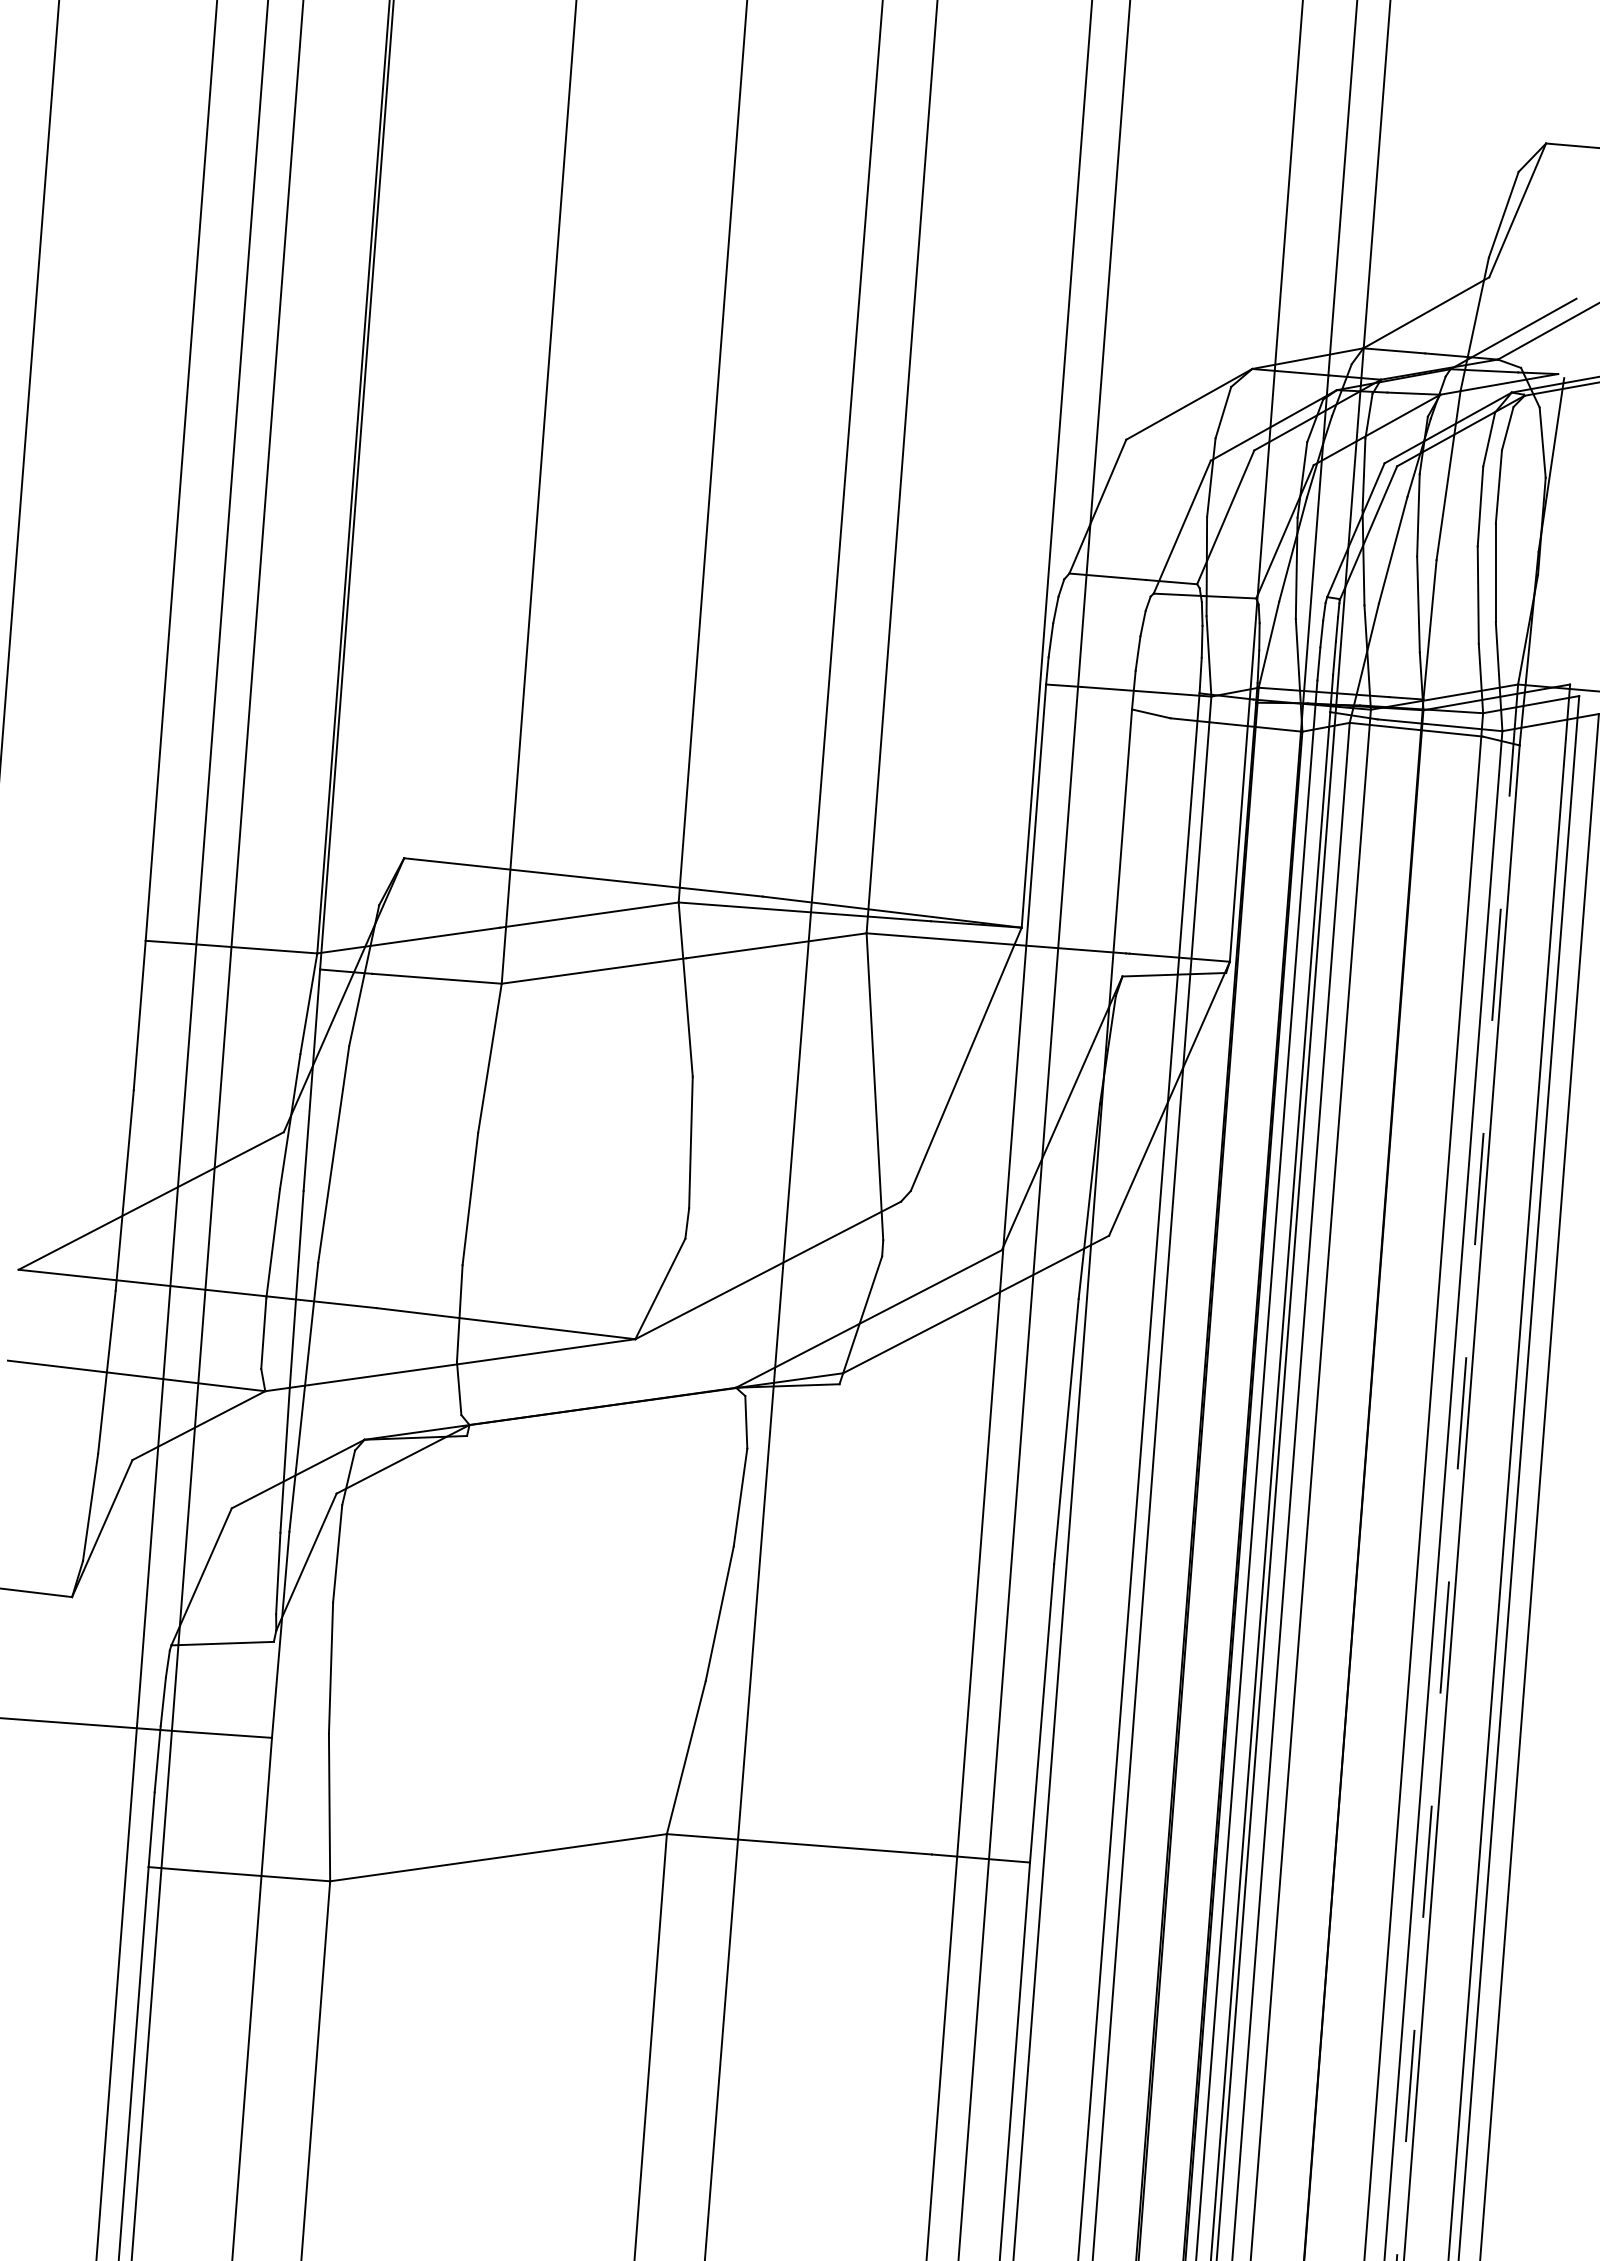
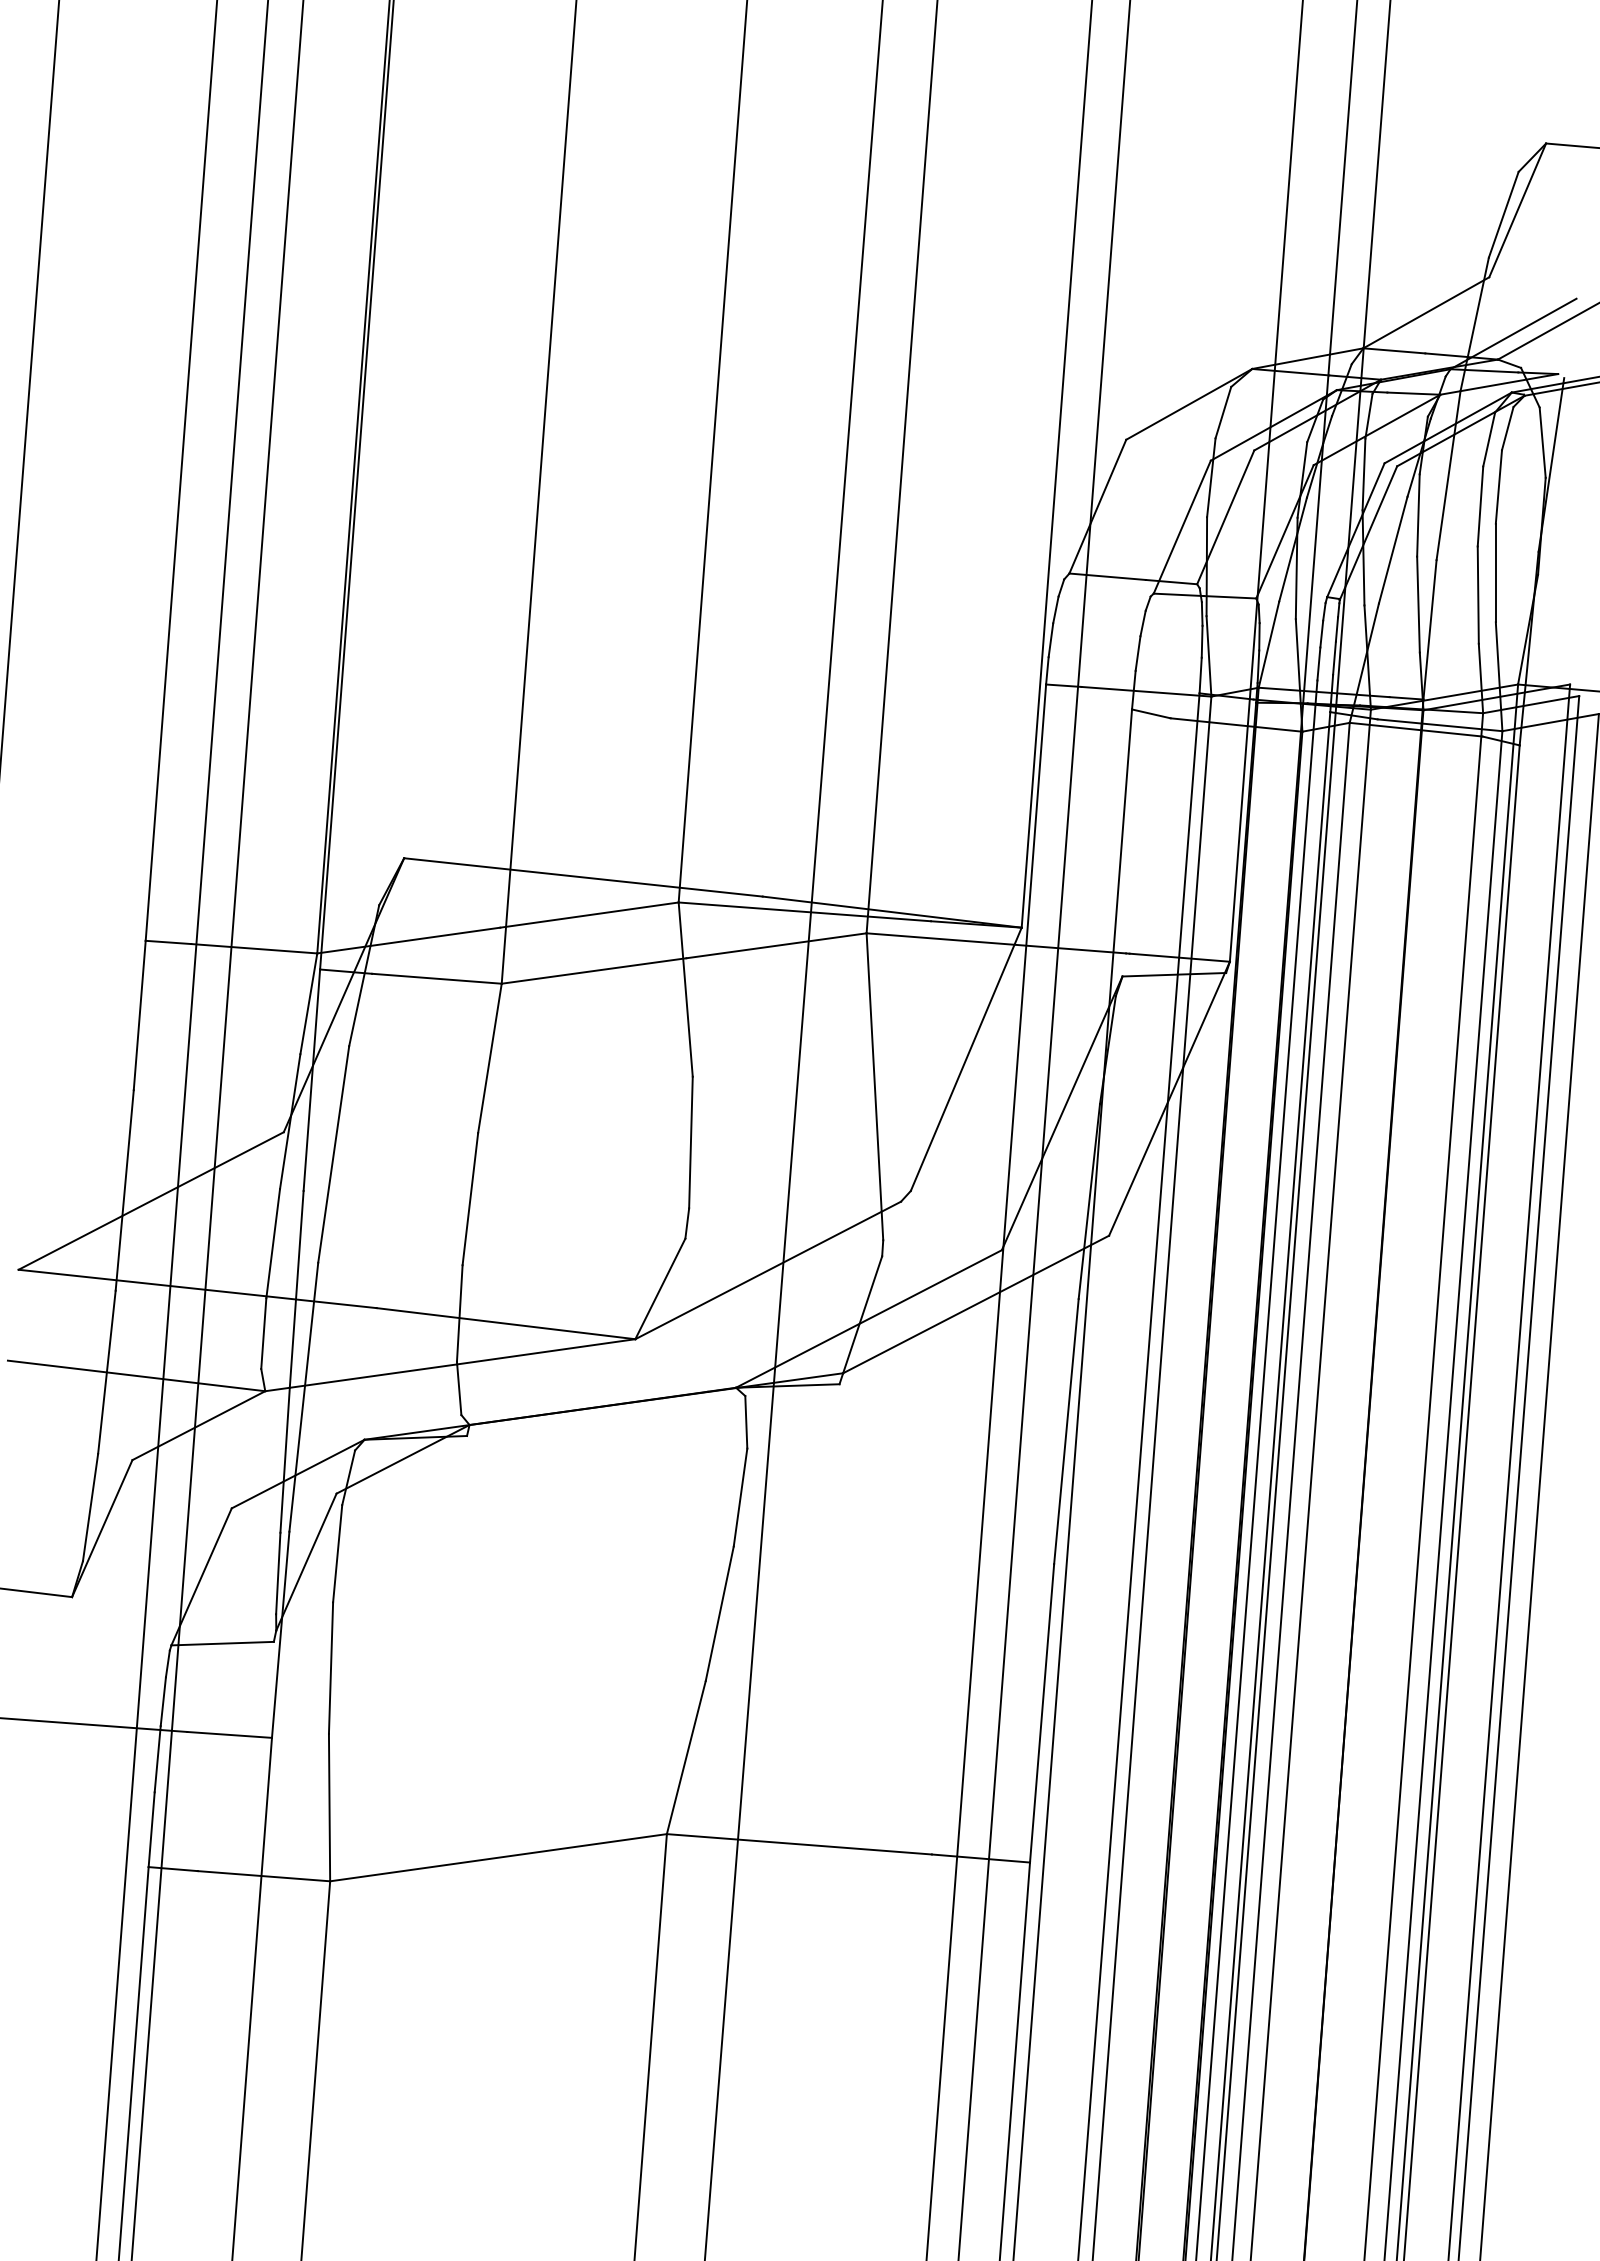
line at (1457, 1472): dashed -> solid
